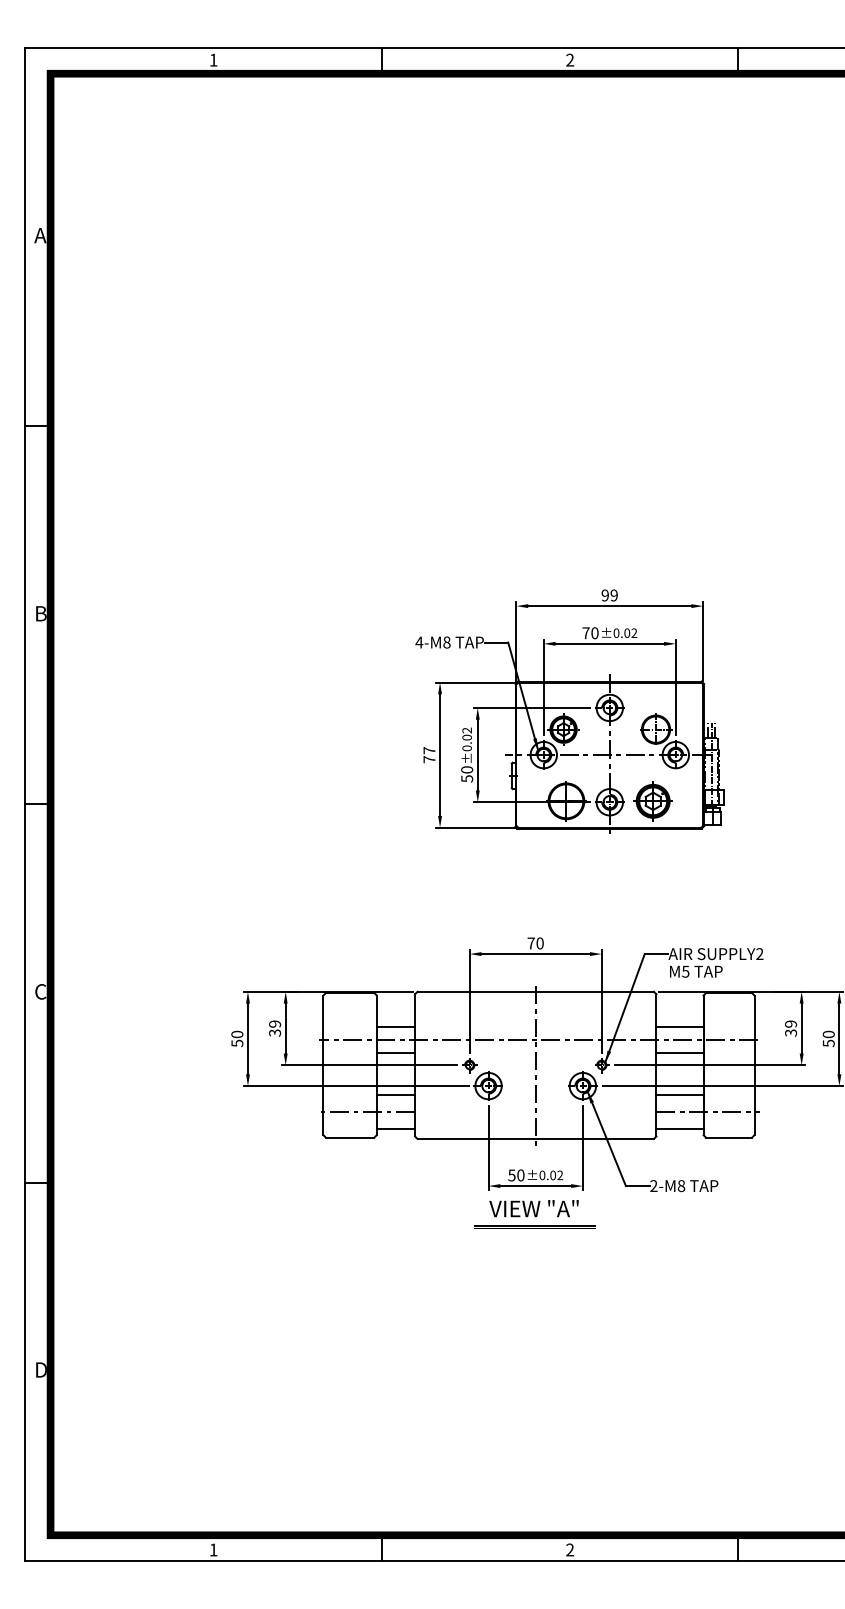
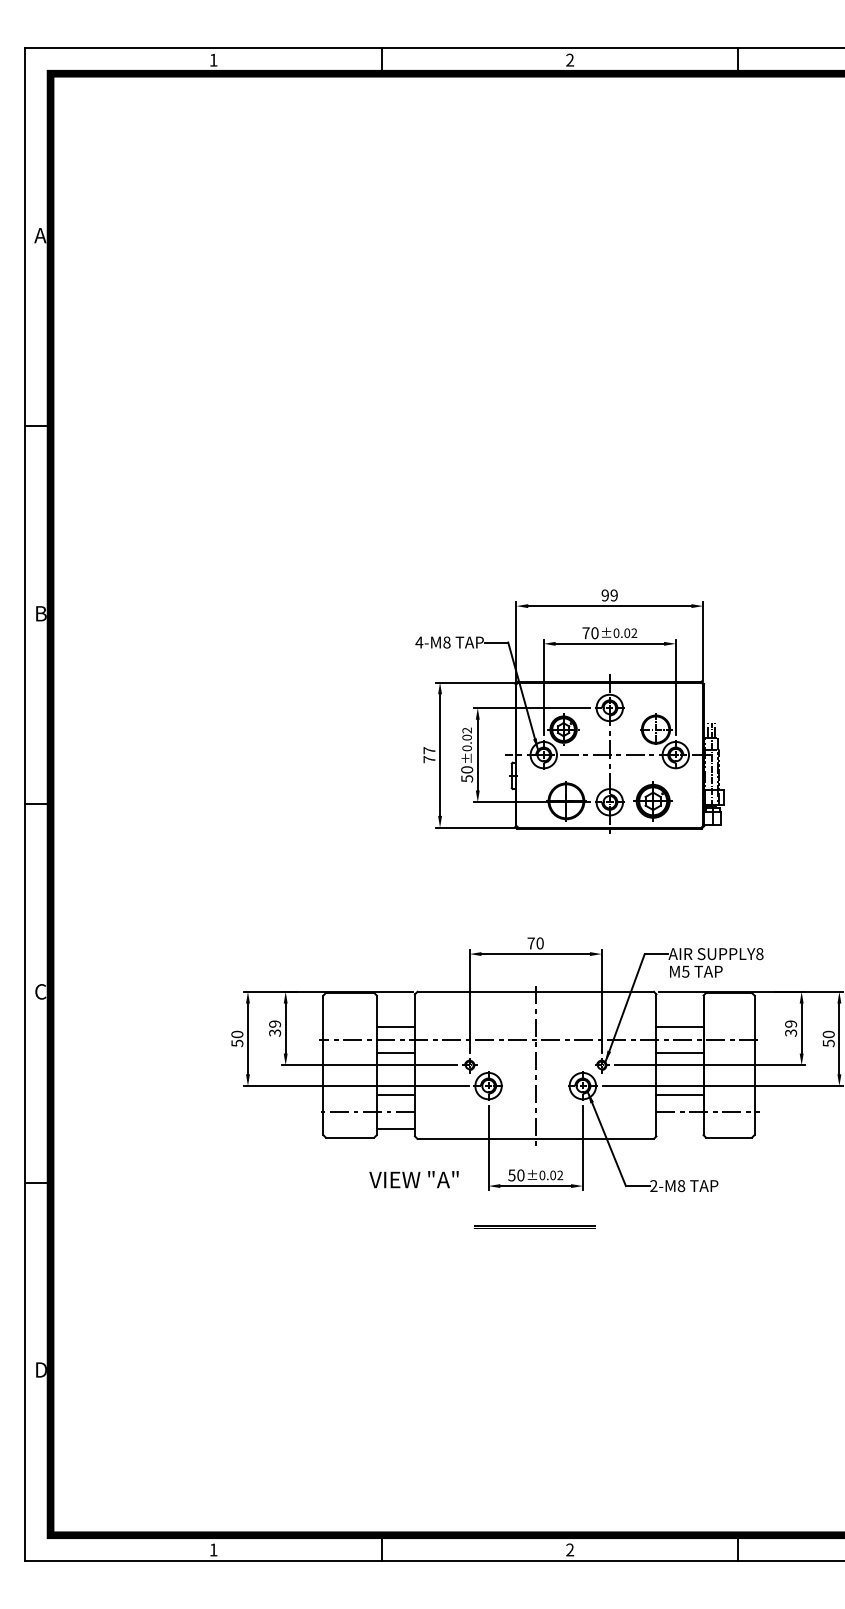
text at (759, 954): SUPPLY2 -> SUPPLY8
line at (679, 1128): present -> none
text at (533, 1208) position: (533, 1208) -> (413, 1179)
